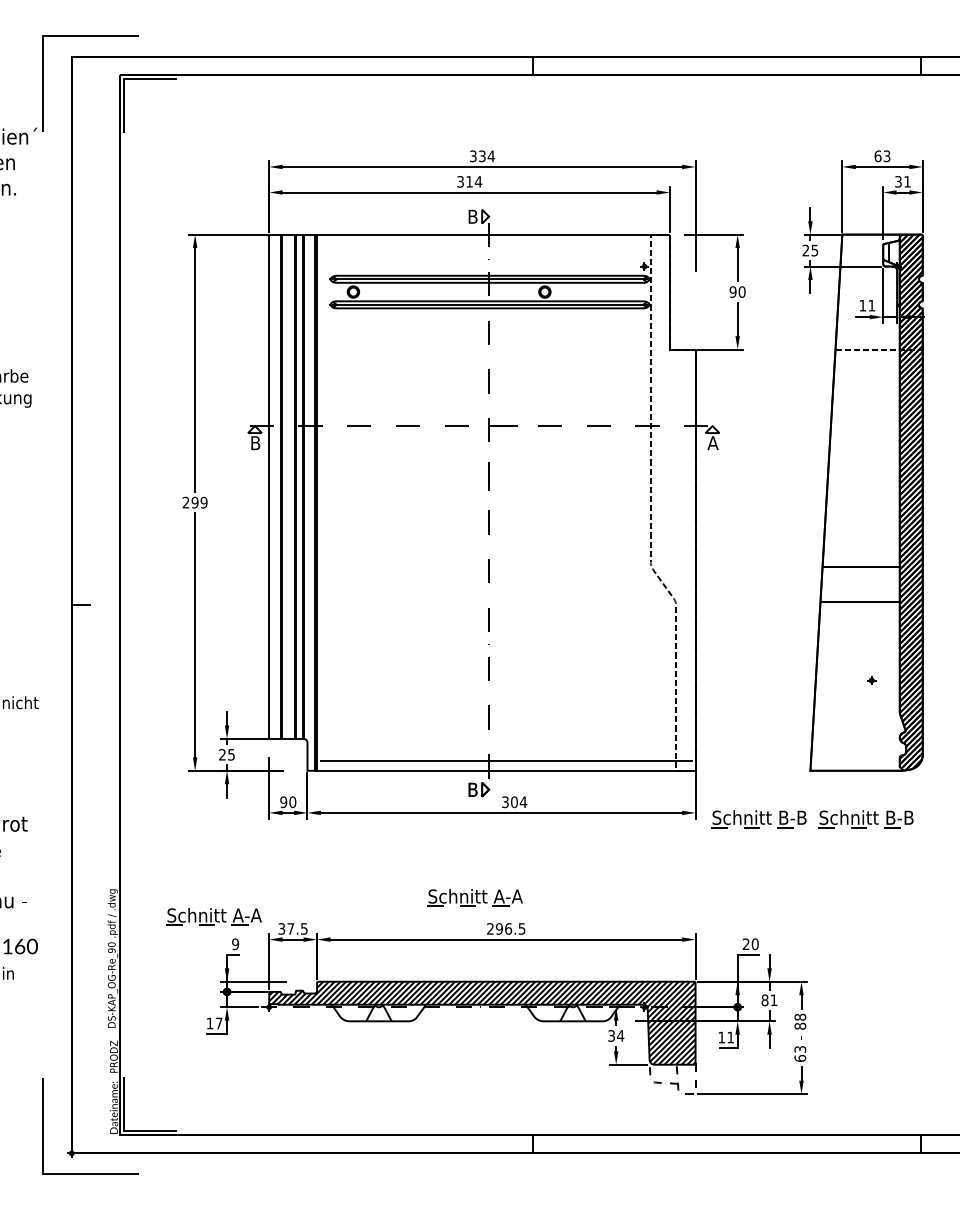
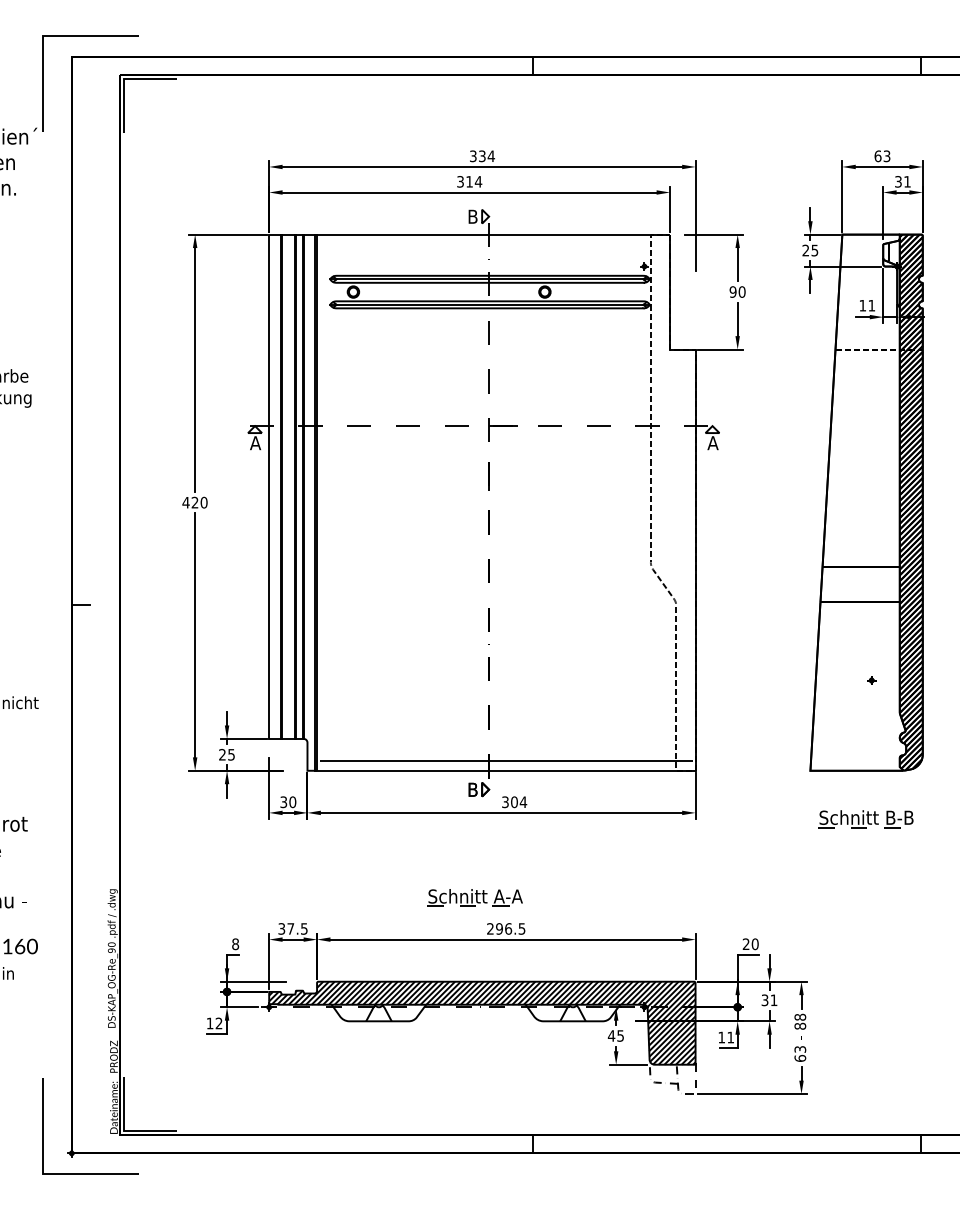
text at (255, 443): B -> A
text at (194, 502): 299 -> 420
text at (283, 801): 90 -> 30
part at (758, 819): present -> none
part at (213, 916): present -> none
text at (235, 944): 9 -> 8
text at (764, 1000): 81 -> 31
text at (218, 1023): 17 -> 12
text at (615, 1035): 34 -> 45
